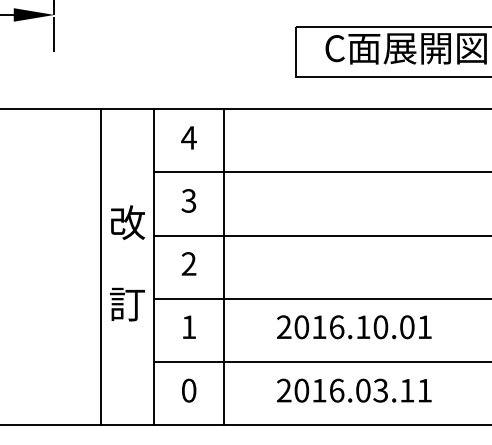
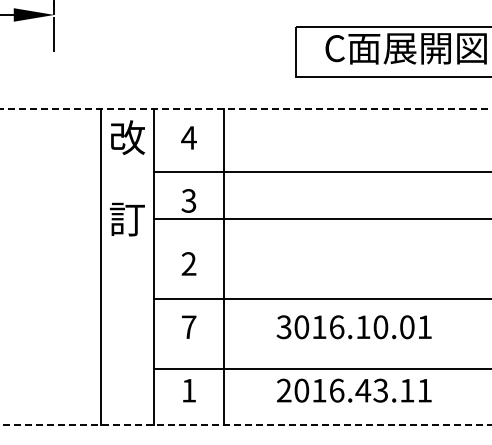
line at (246, 109): solid -> dashed
line at (321, 235) position: (321, 235) -> (321, 218)
text at (127, 263) position: (127, 263) -> (127, 178)
text at (189, 326): 1 -> 7
text at (283, 327): 2016.10.01 -> 3016.10.01
line at (321, 362) position: (321, 362) -> (321, 369)
text at (189, 390): 0 -> 1
text at (363, 390): 2016.03.11 -> 2016.43.11
line at (246, 425): solid -> dashed
